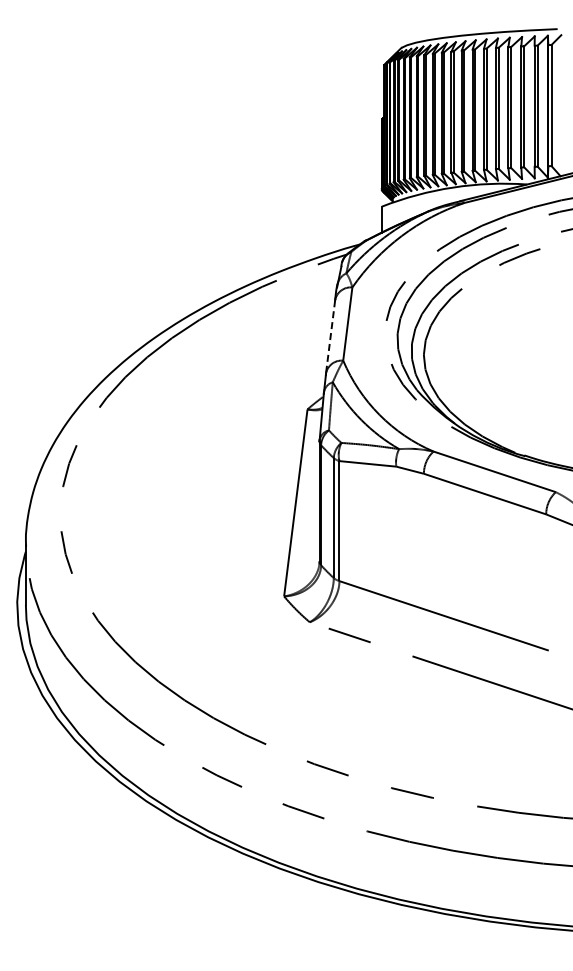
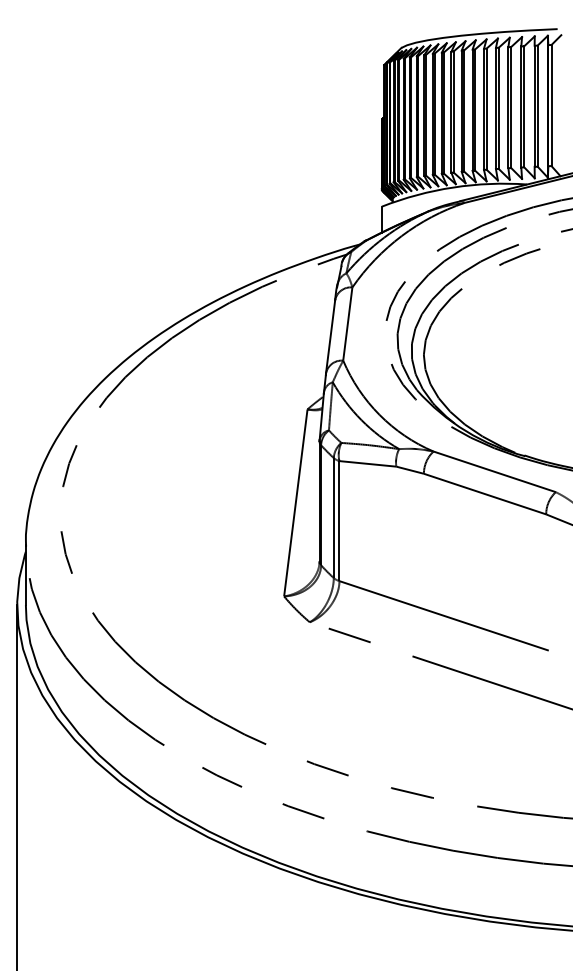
line at (330, 336): dashed -> solid
line at (17, 786): none -> present
